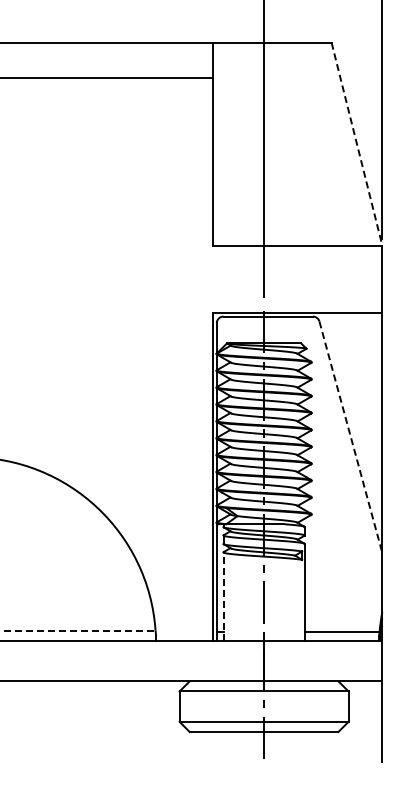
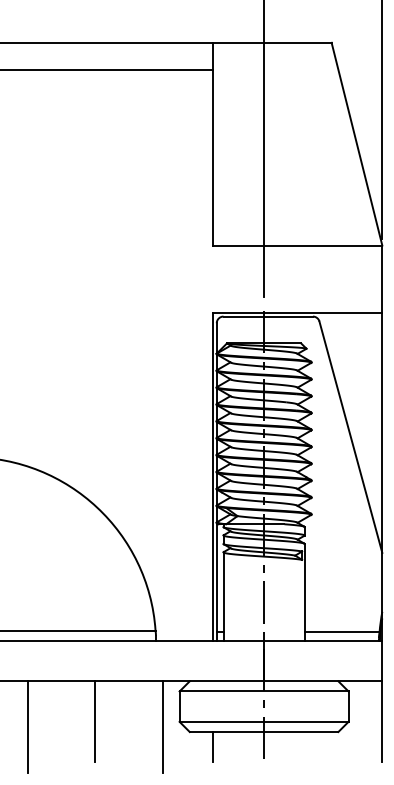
line at (107, 77) position: (107, 77) -> (107, 69)
line at (357, 144): dashed -> solid
line at (350, 437): dashed -> solid
line at (223, 596): dashed -> solid
line at (78, 630): dashed -> solid
line at (95, 721): none -> present
line at (27, 726): none -> present
line at (162, 726): none -> present
line at (213, 747): none -> present
